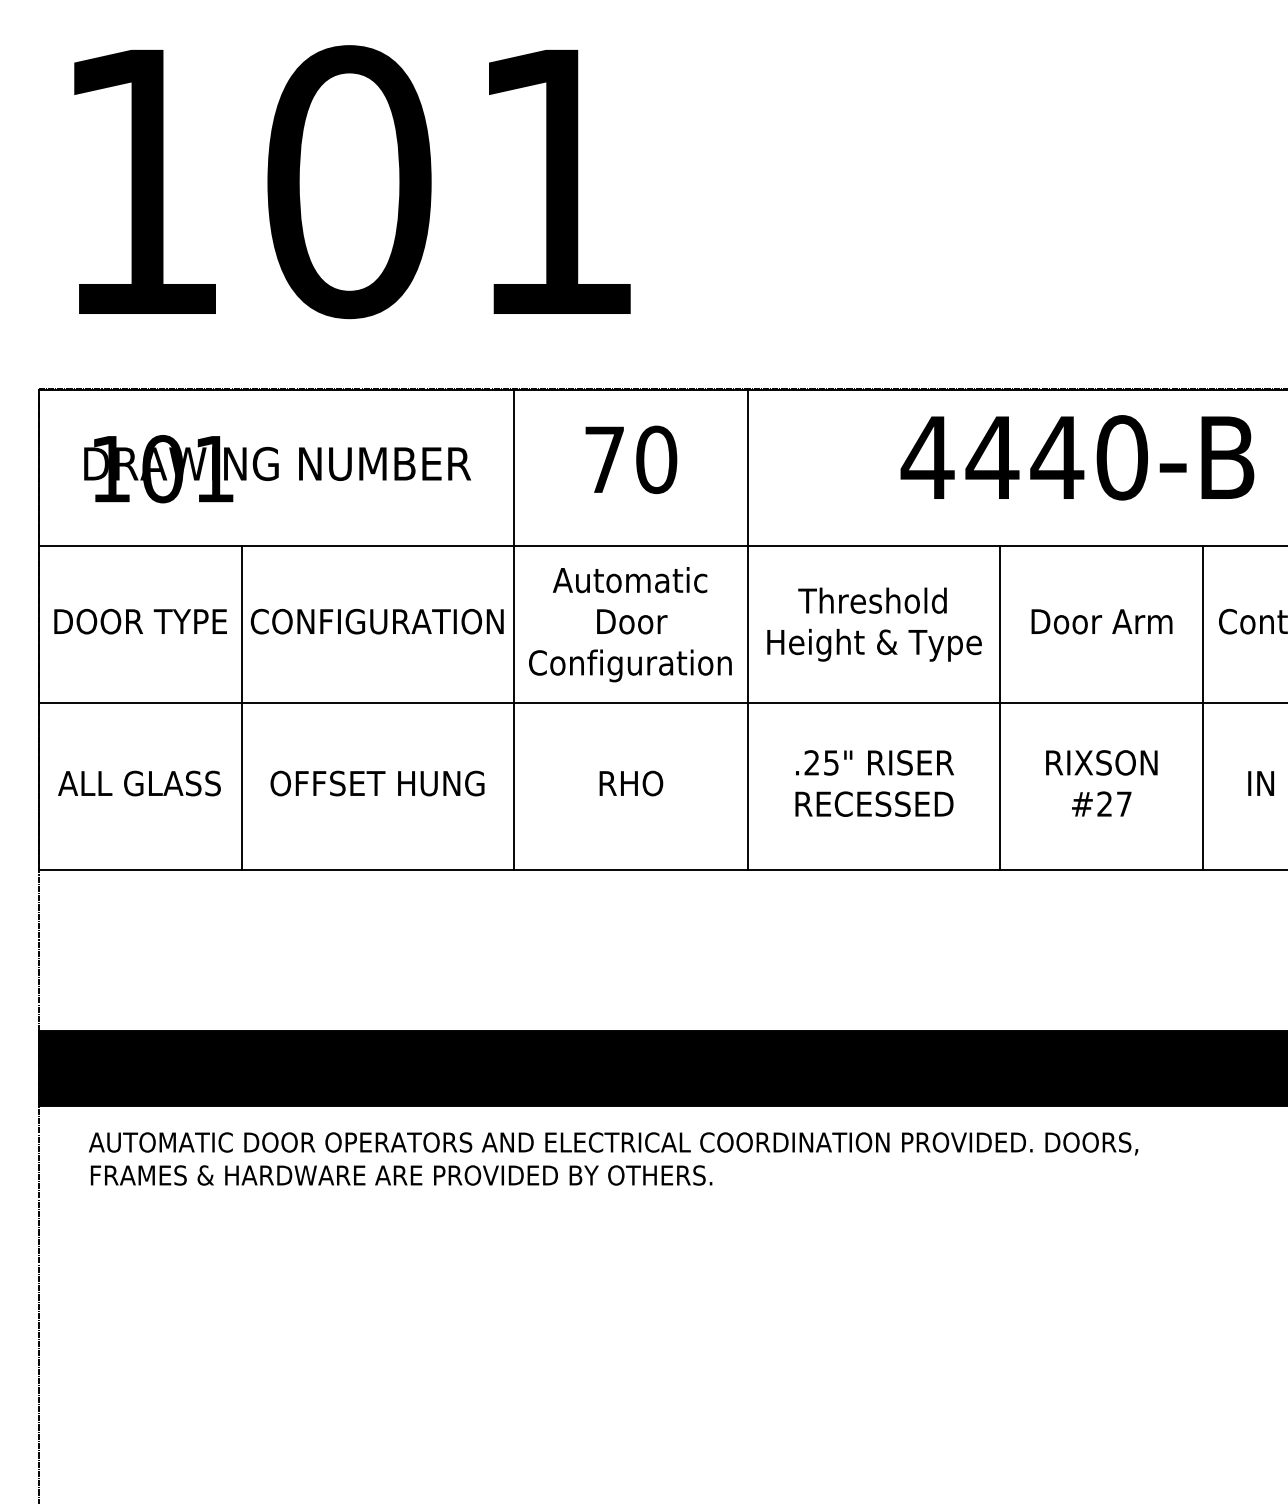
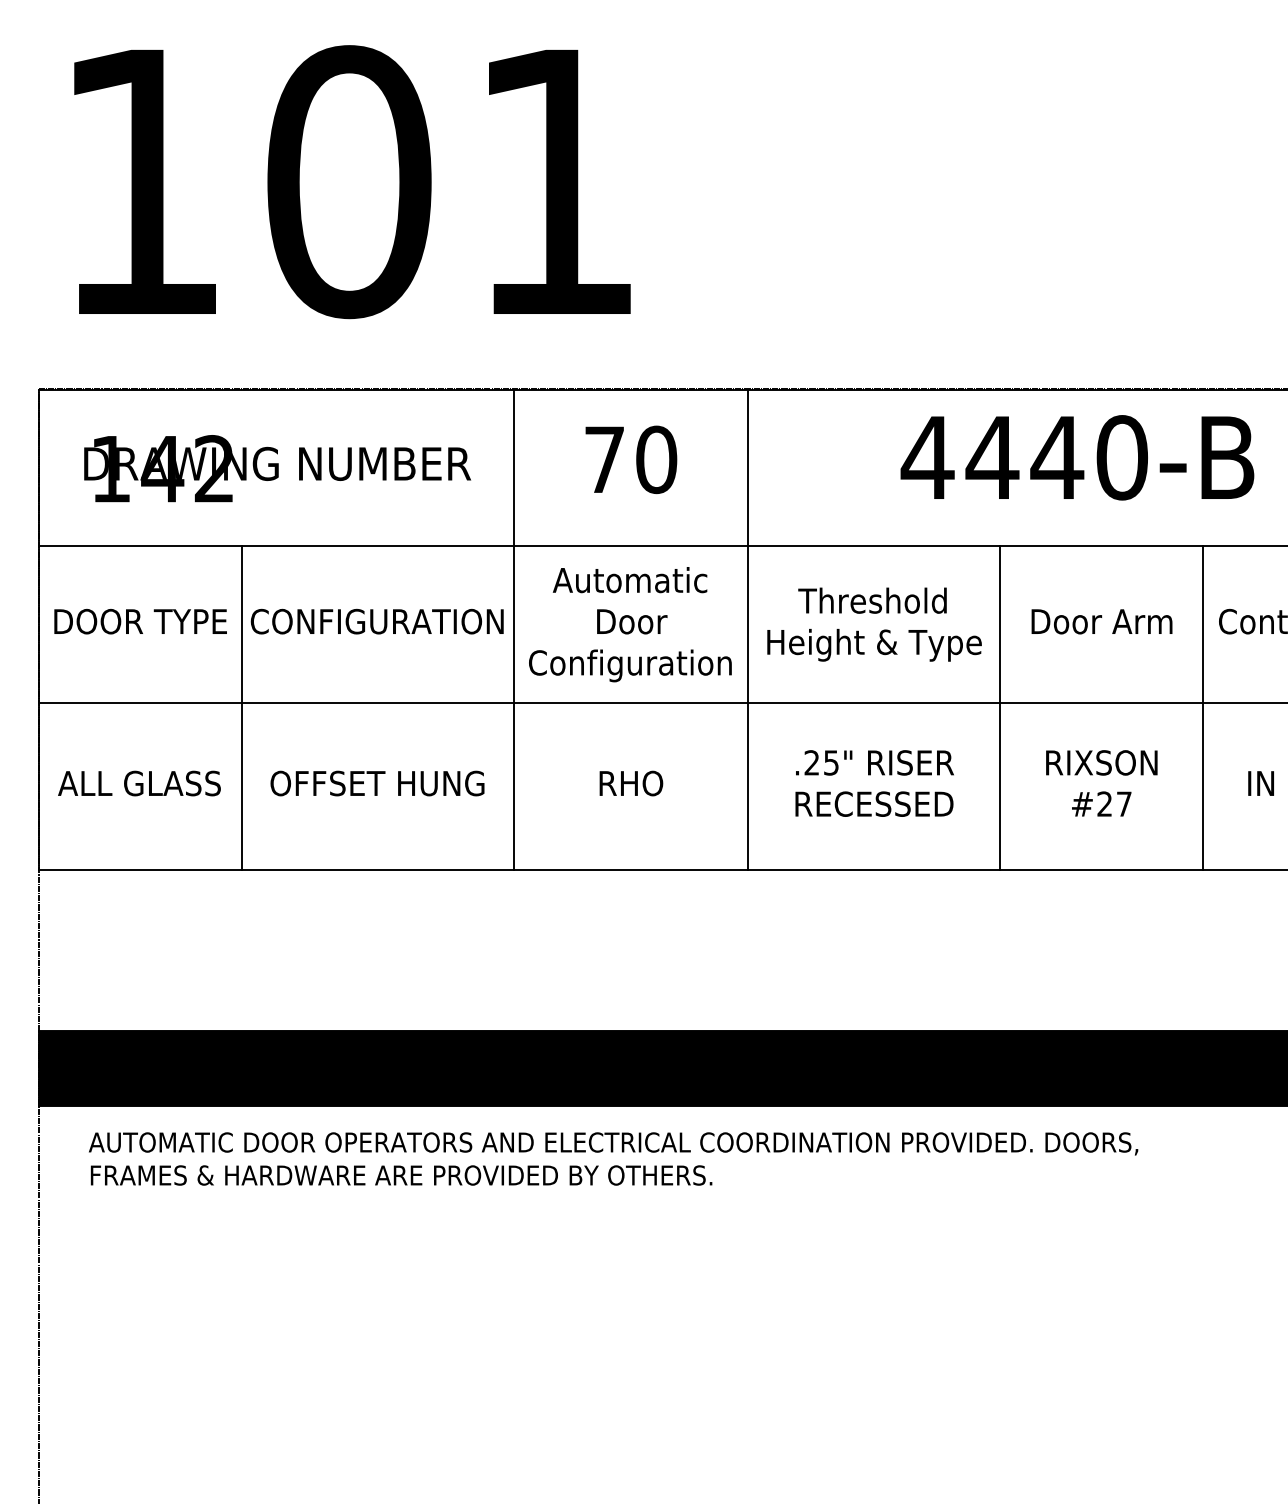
text at (187, 469): 101 -> 142
